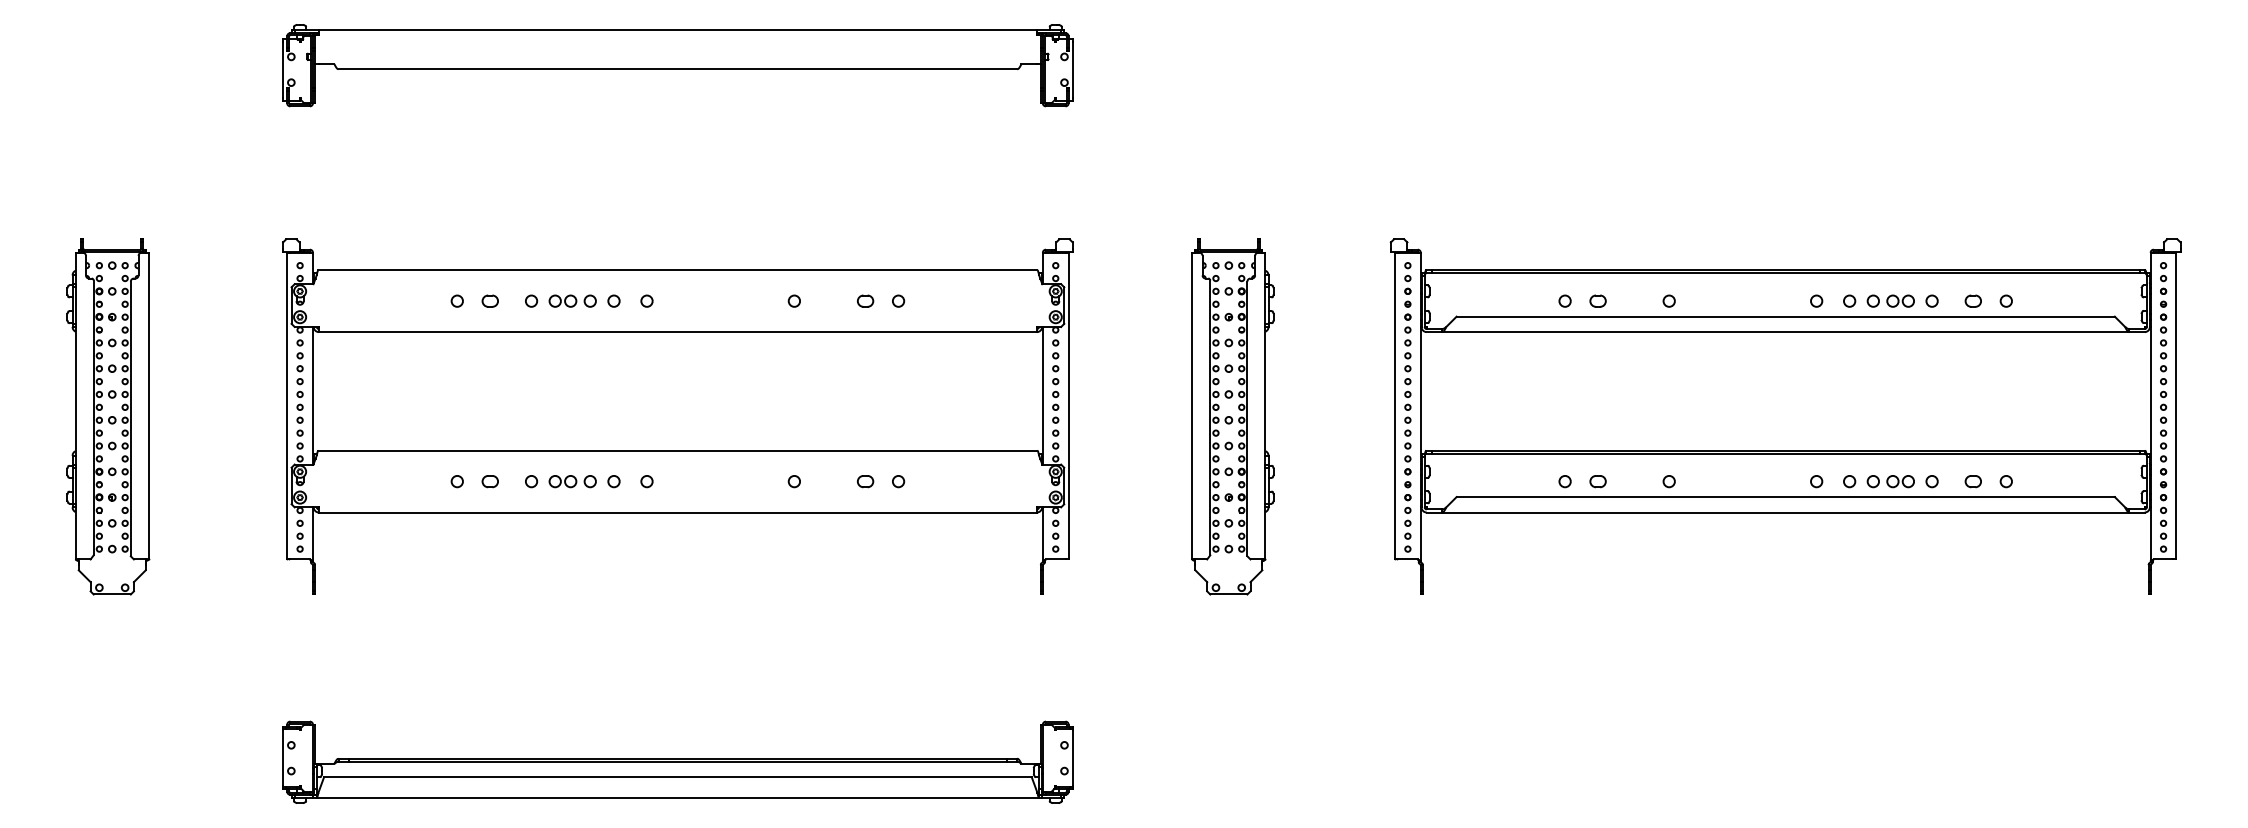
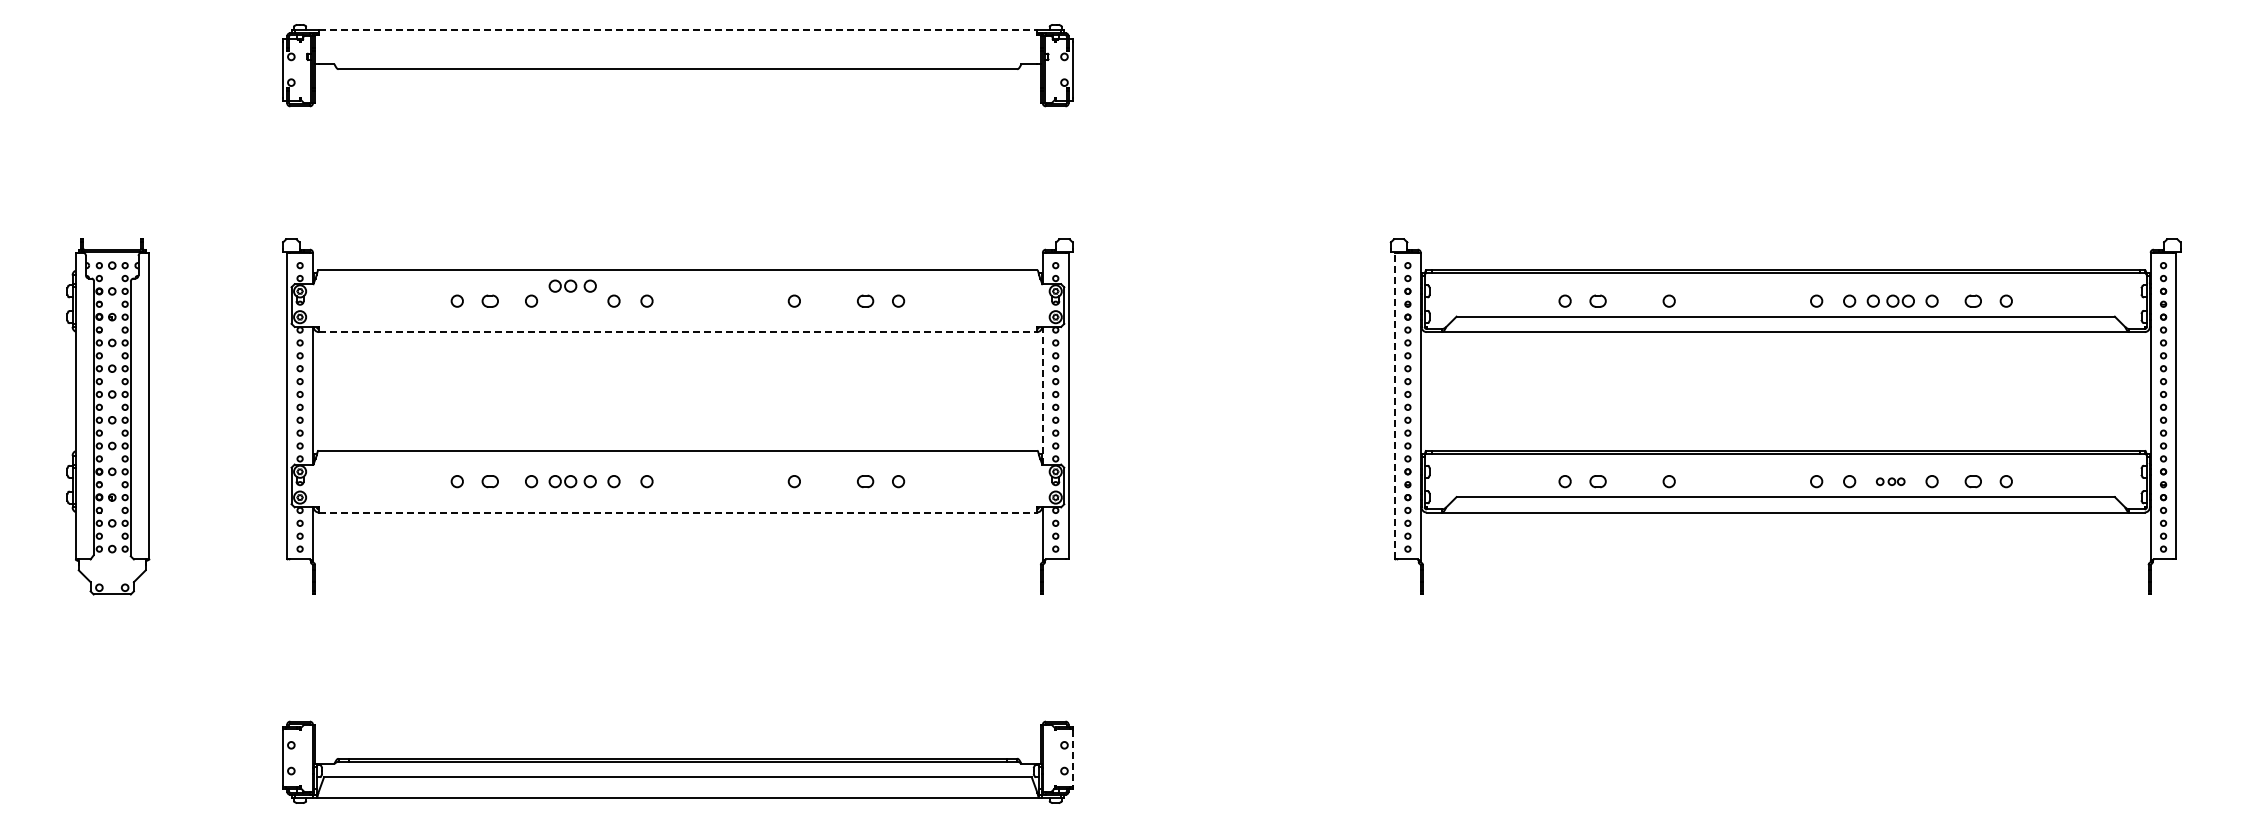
line at (678, 30): solid -> dashed
part at (572, 300) position: (572, 300) -> (572, 285)
line at (678, 332): solid -> dashed
line at (1042, 395): solid -> dashed
line at (1395, 405): solid -> dashed
part at (1232, 416): present -> none
part at (1890, 481) size: 49x14 px -> 31x9 px
line at (678, 512): solid -> dashed
line at (1072, 758): solid -> dashed
